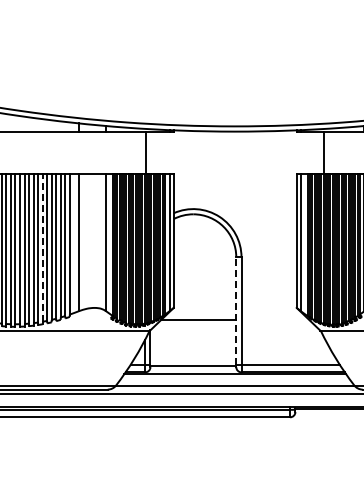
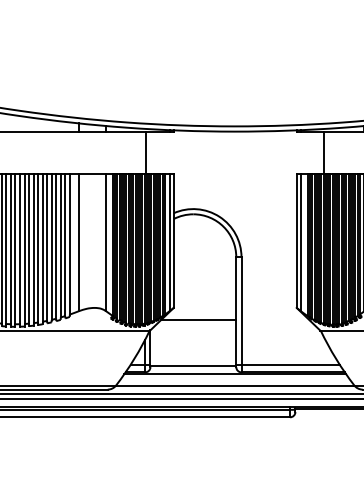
line at (42, 247): dashed -> solid
line at (236, 310): dashed -> solid
line at (181, 399): none -> present
